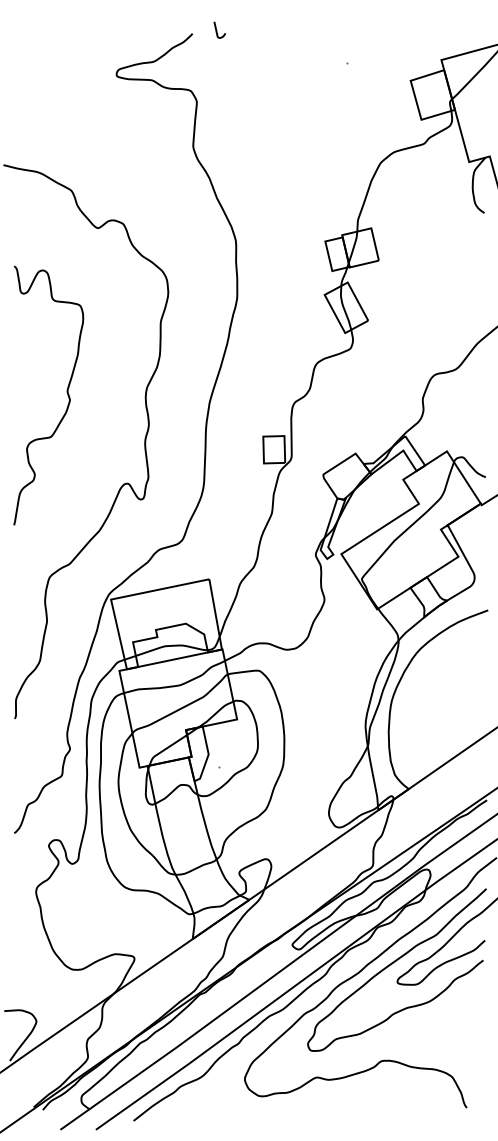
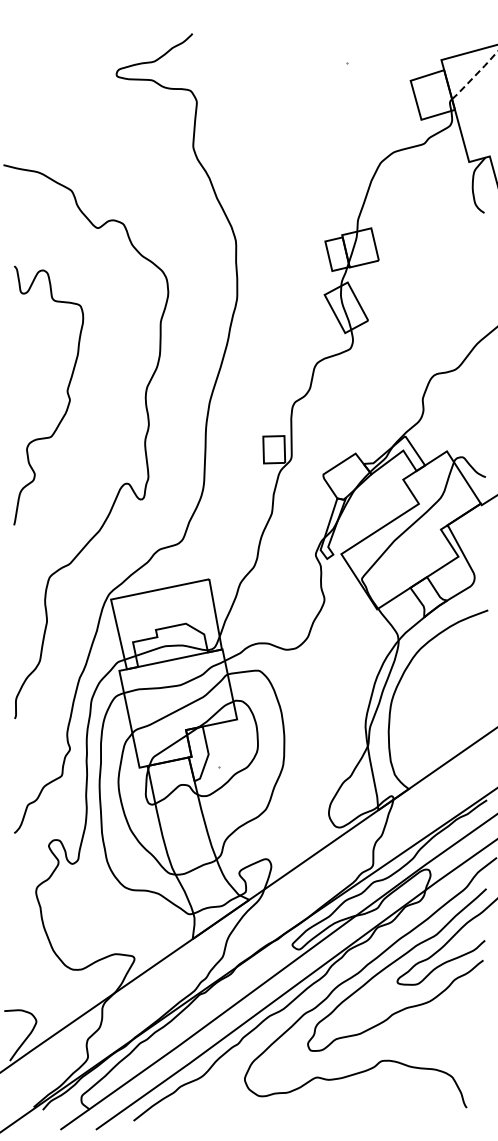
curve at (217, 30): present -> none
line at (475, 75): solid -> dashed
